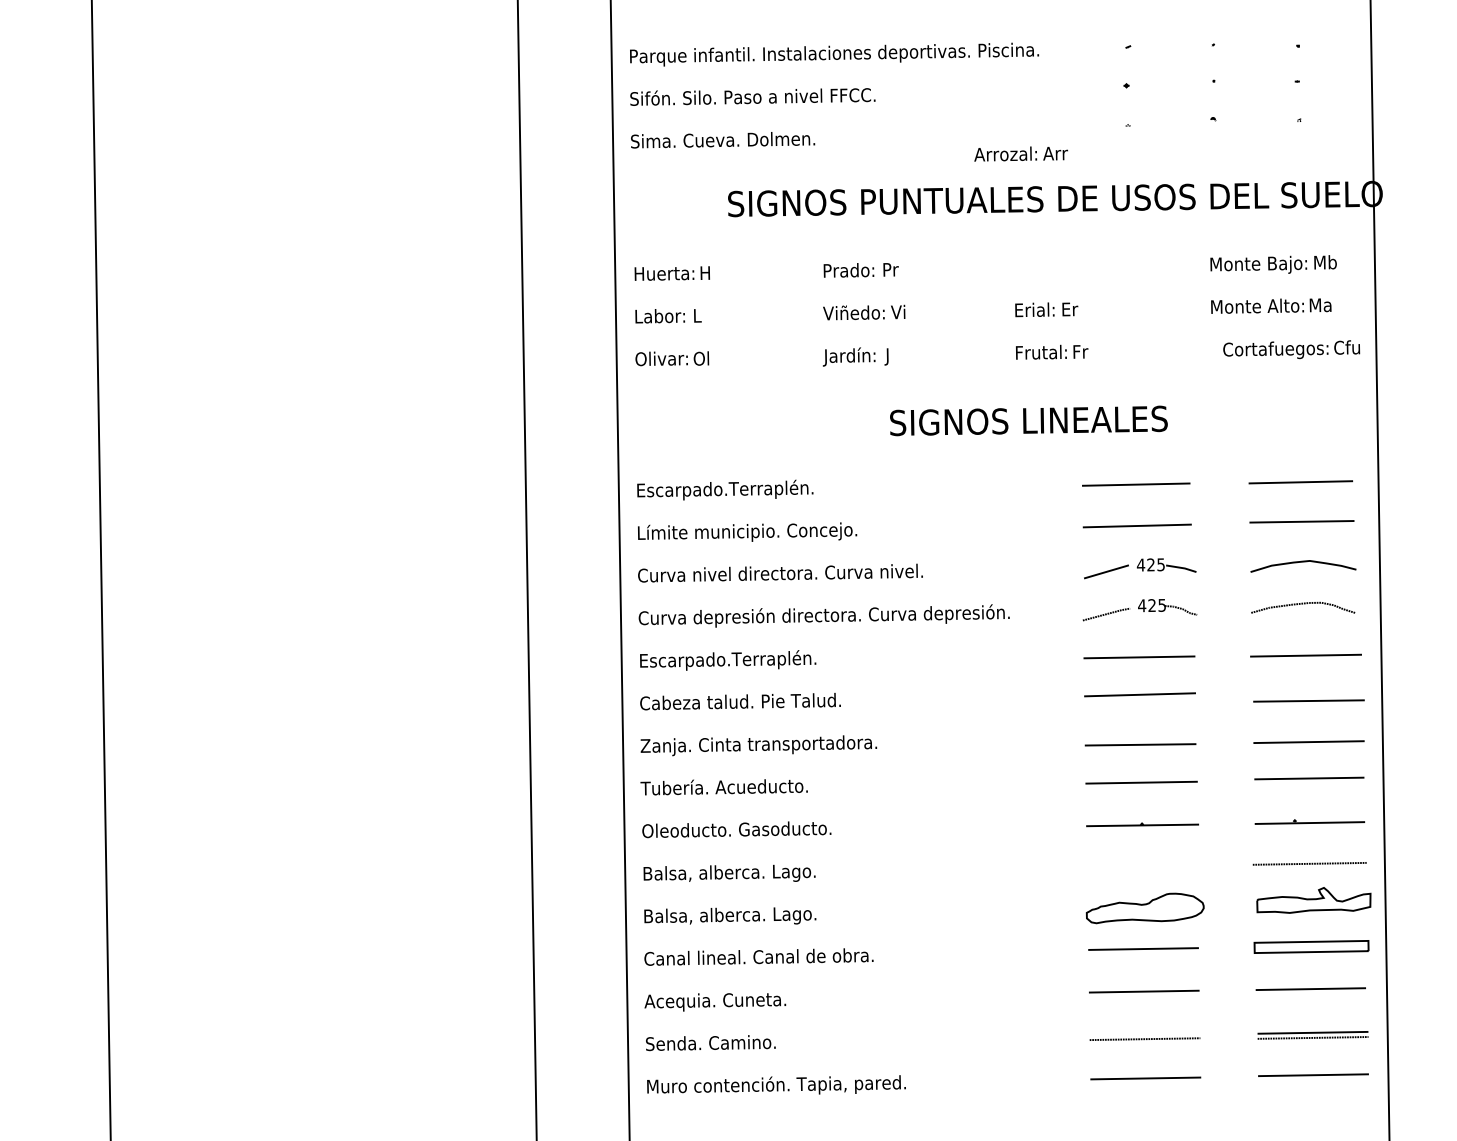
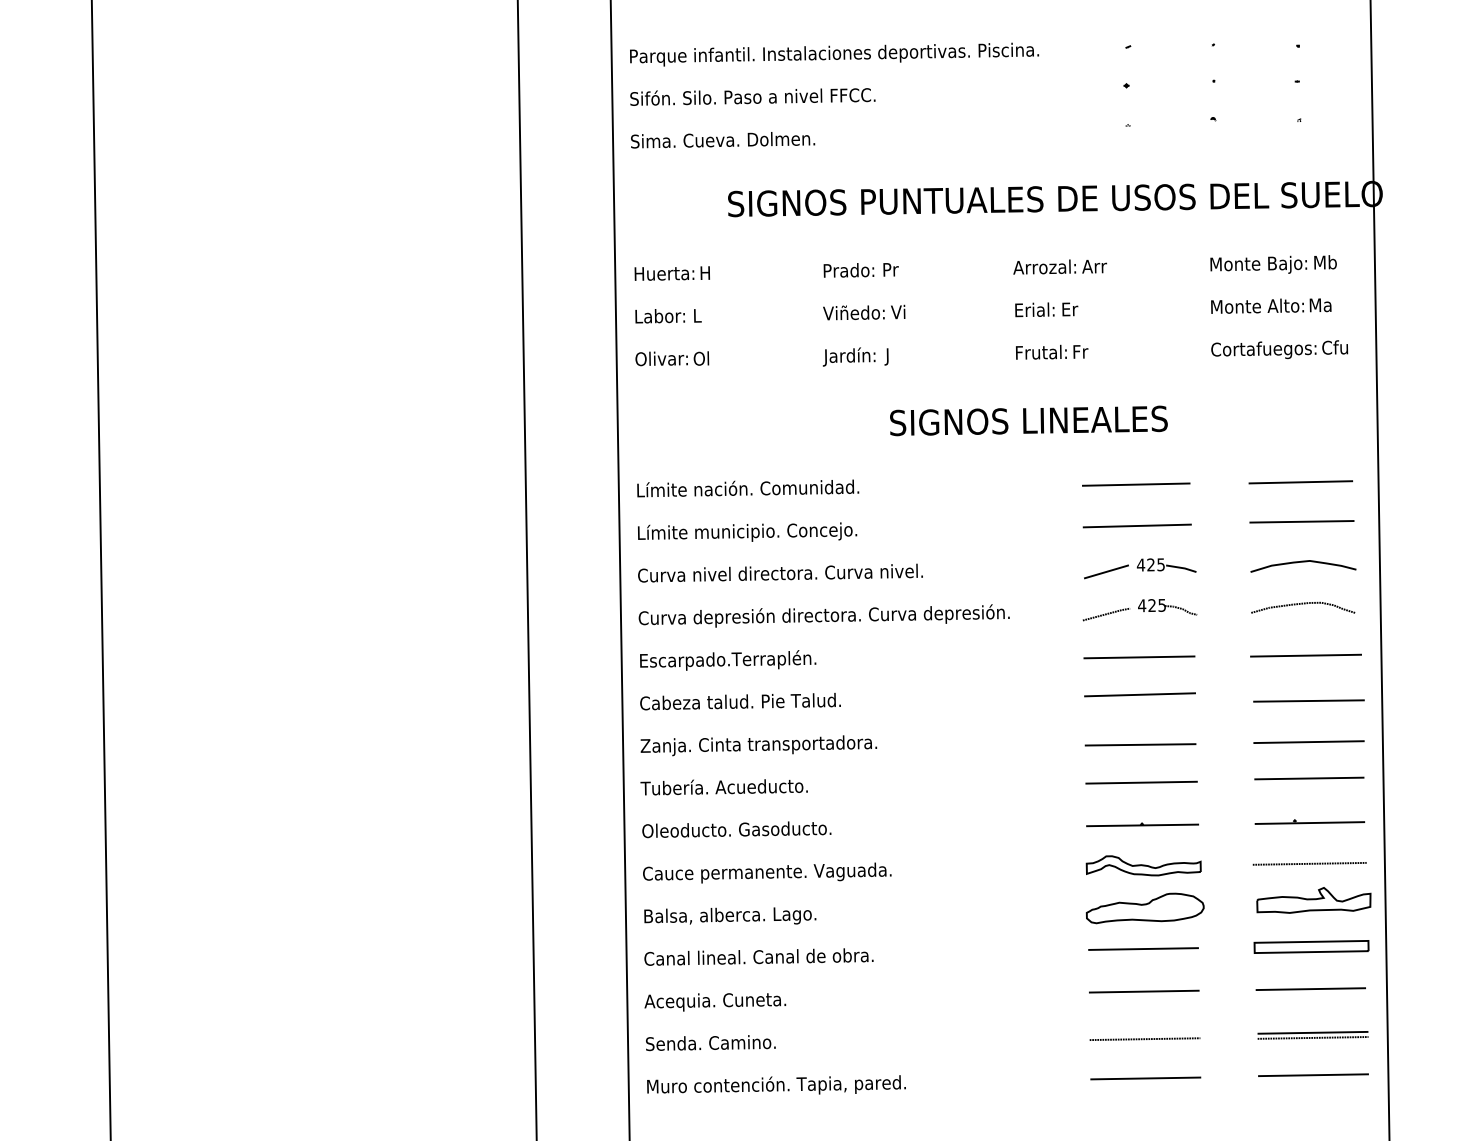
text at (1020, 153) position: (1020, 153) -> (1059, 266)
text at (1291, 349) position: (1291, 349) -> (1279, 349)
text at (748, 489): Escarpado.Terraplén. -> Límite nación. Comunidad.
part at (1143, 865): none -> present
text at (767, 872): Balsa, alberca. Lago. -> Cauce permanente. Vaguada.
